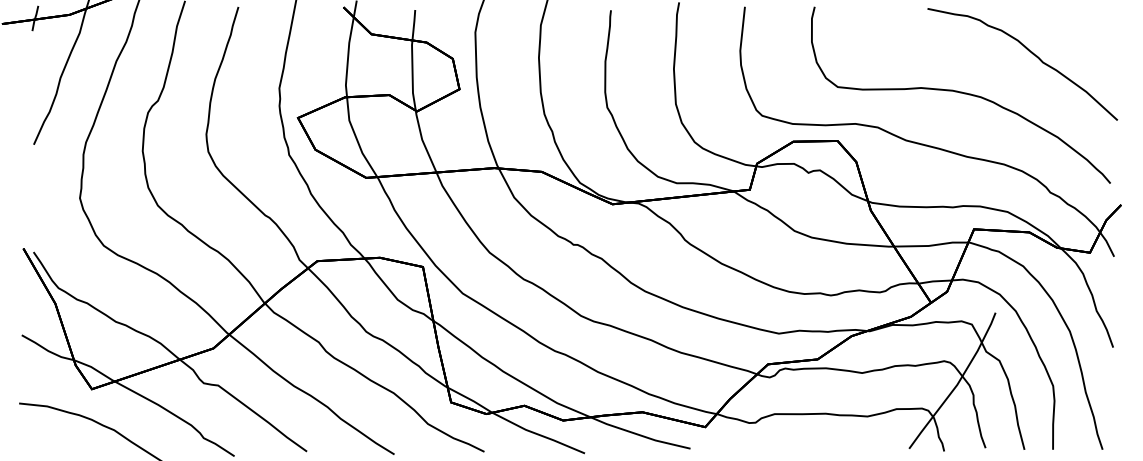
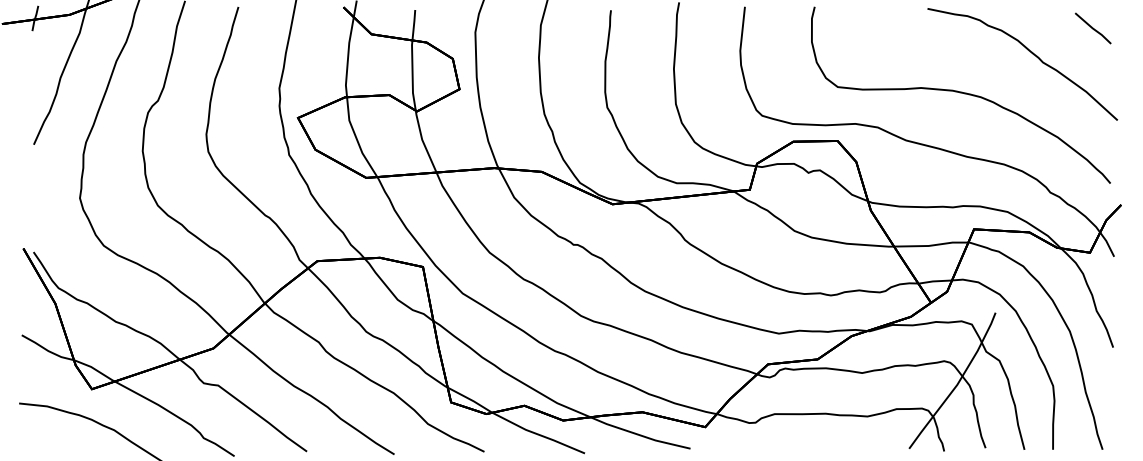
line at (1092, 28): none -> present
